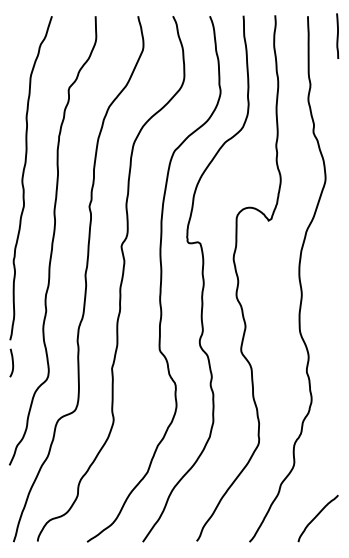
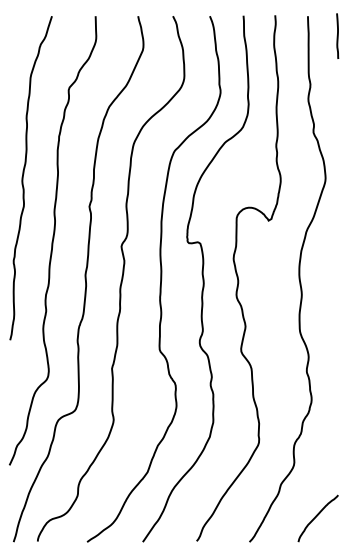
curve at (12, 362): present -> none
